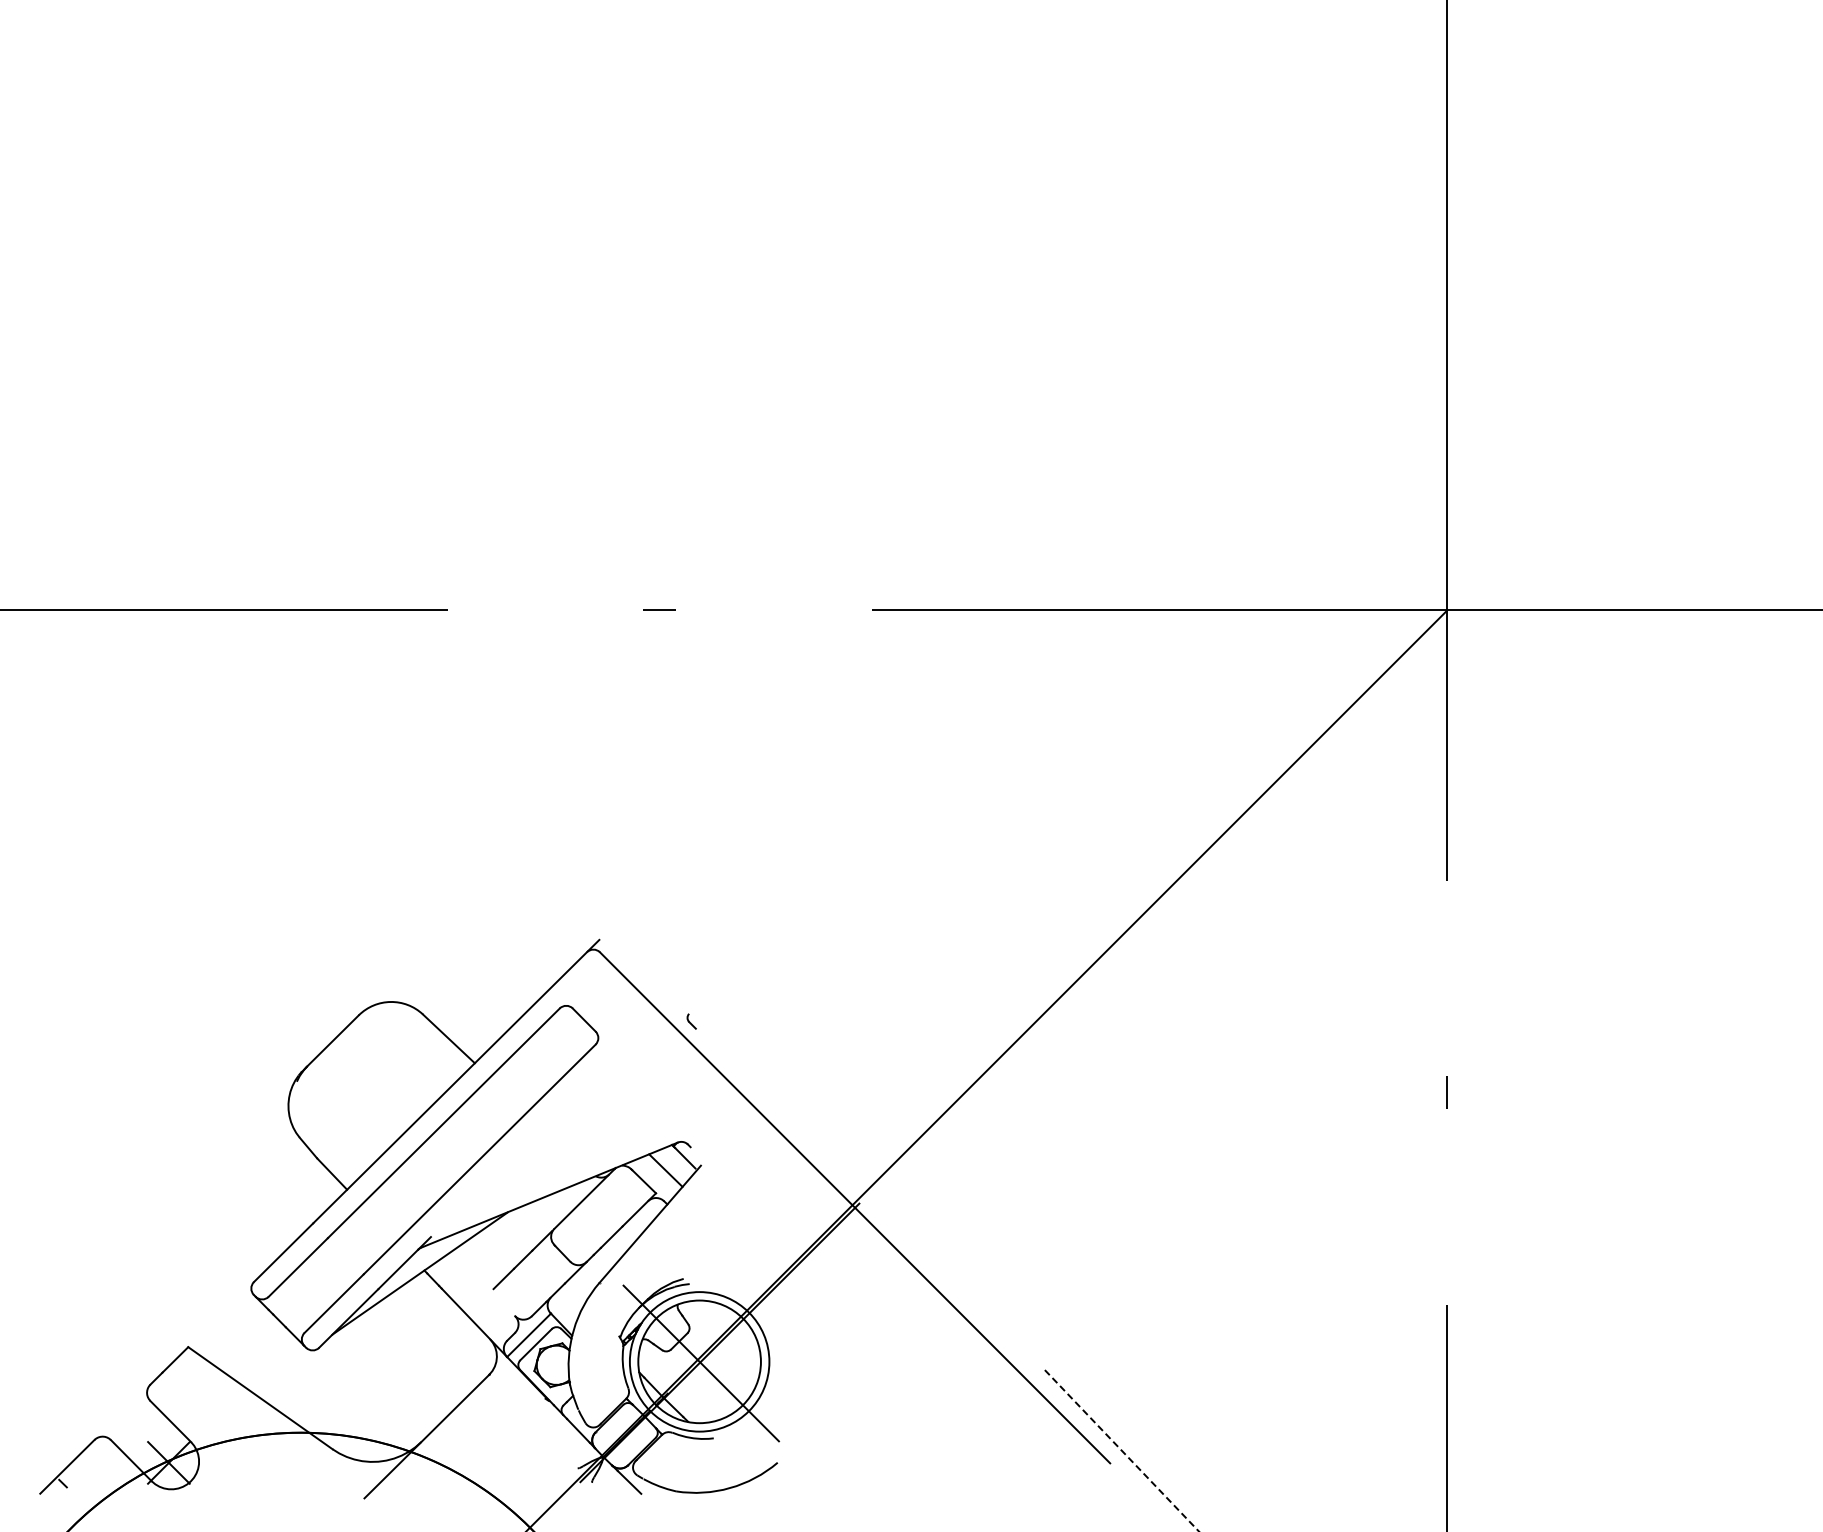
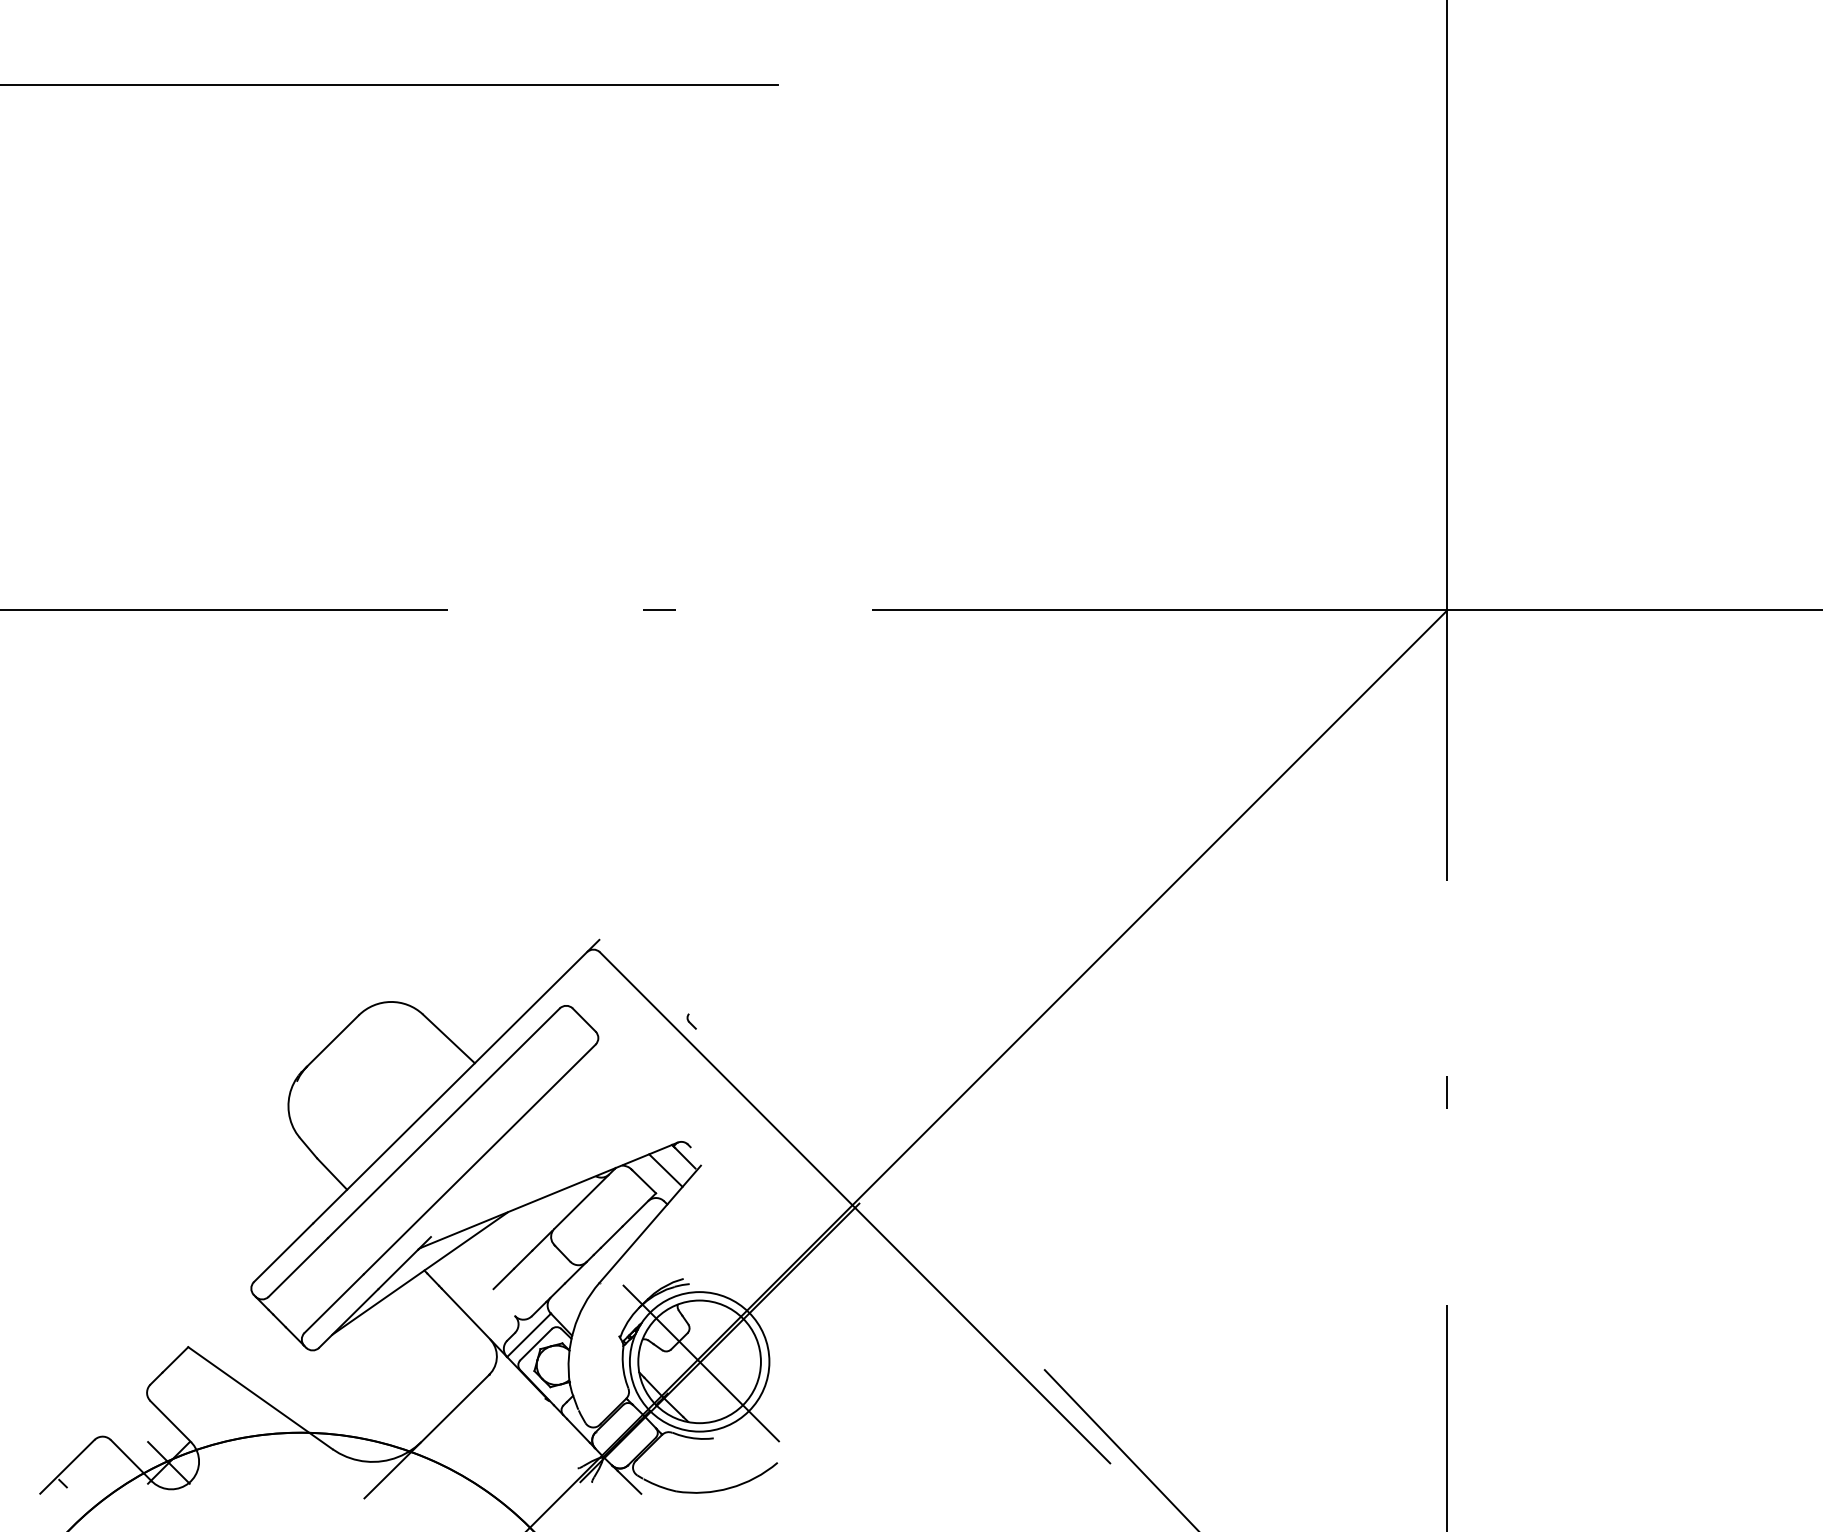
line at (390, 85): none -> present
line at (1122, 1451): dashed -> solid
